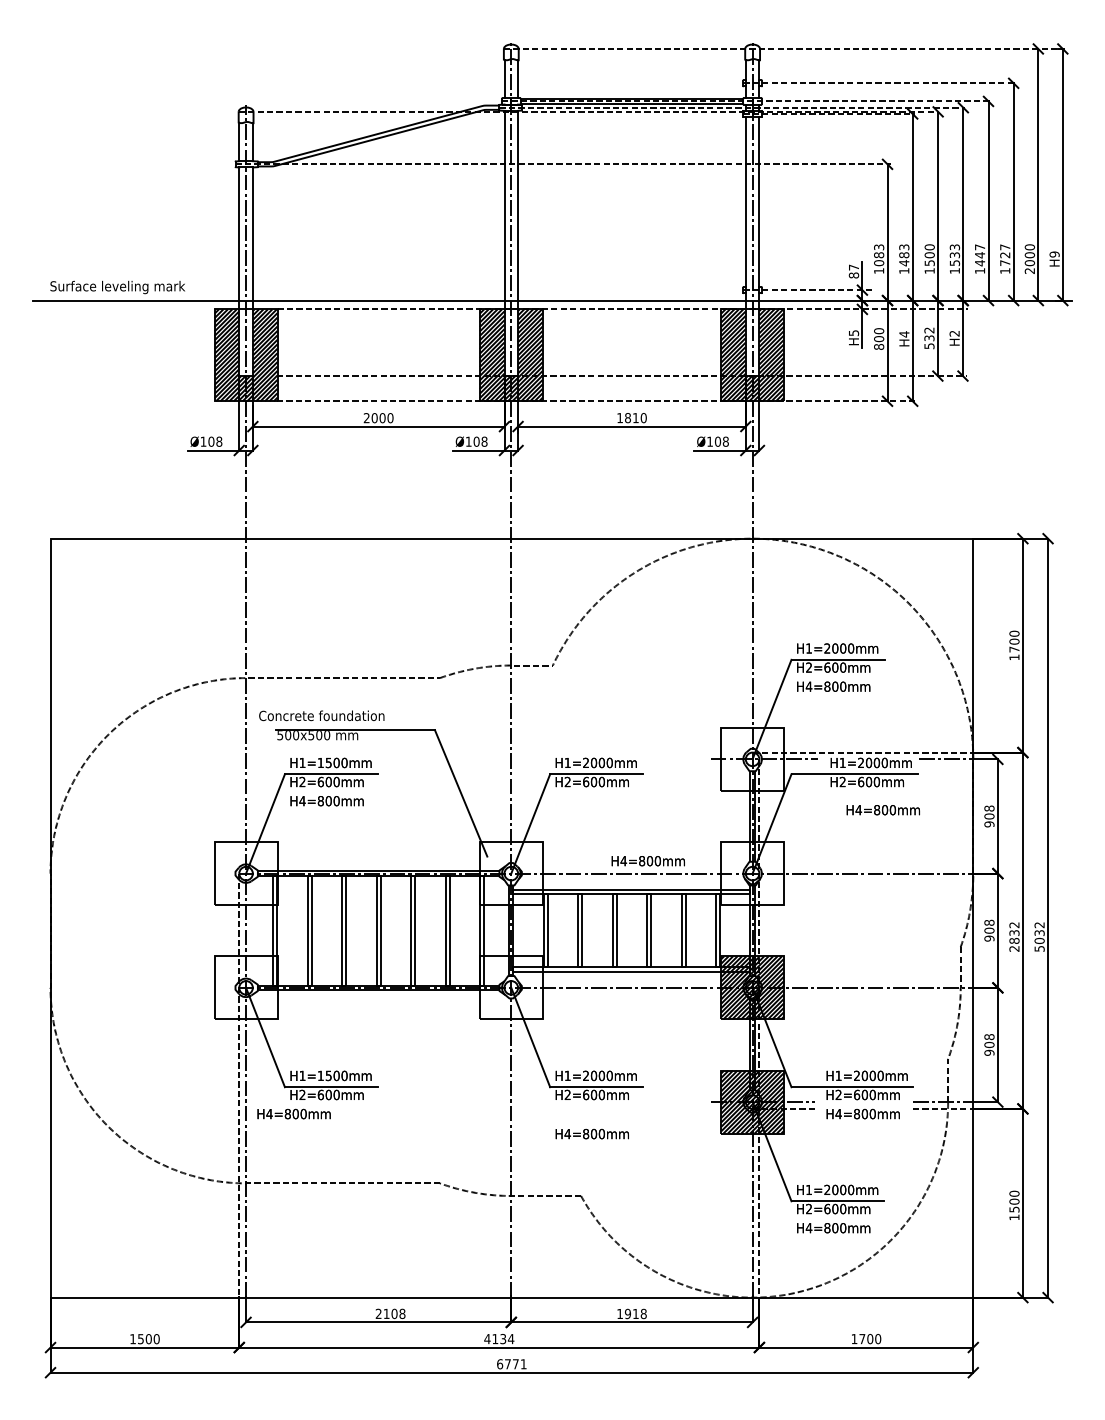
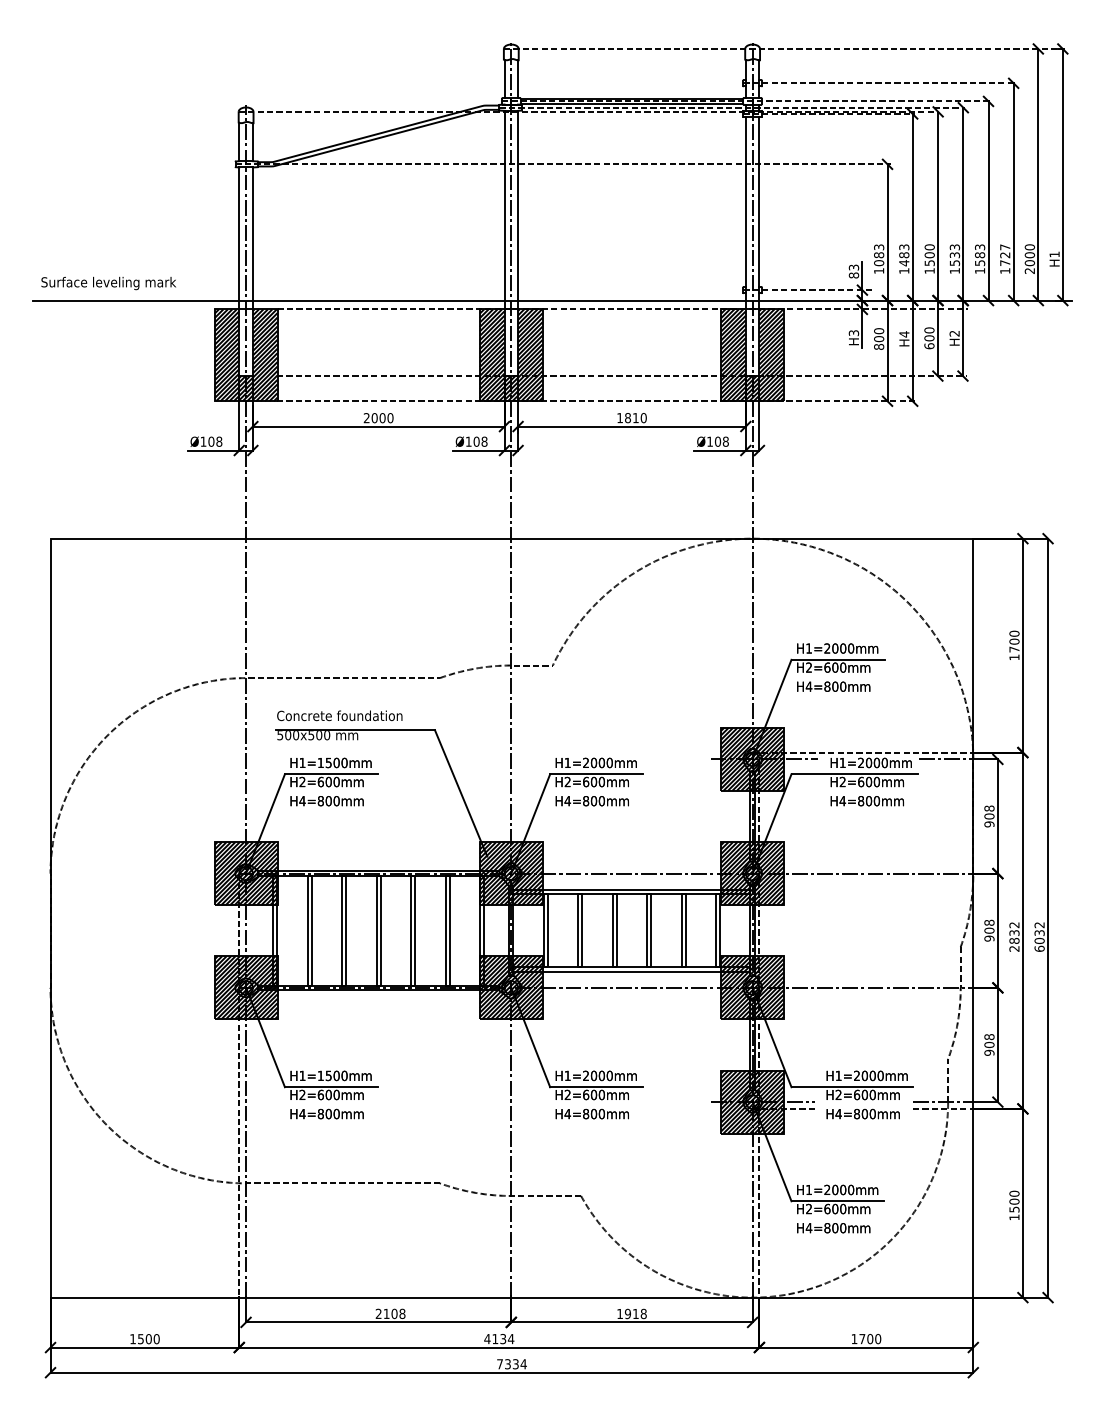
text at (1054, 254): H9 -> H1
text at (979, 255): 1447 -> 1583
text at (853, 267): 87 -> 83
text at (117, 287) position: (117, 287) -> (108, 283)
text at (853, 332): H5 -> H3
text at (929, 338): 532 -> 600
text at (321, 715) position: (321, 715) -> (339, 715)
hatch at (752, 758): none -> present
text at (882, 810) position: (882, 810) -> (866, 801)
text at (647, 861) position: (647, 861) -> (591, 801)
hatch at (245, 873): none -> present
hatch at (510, 873): none -> present
hatch at (752, 873): none -> present
text at (1039, 948): 5032 -> 6032
hatch at (245, 987): none -> present
hatch at (510, 987): none -> present
text at (293, 1113) position: (293, 1113) -> (326, 1113)
text at (591, 1133) position: (591, 1133) -> (591, 1113)
text at (511, 1364): 6771 -> 7334
